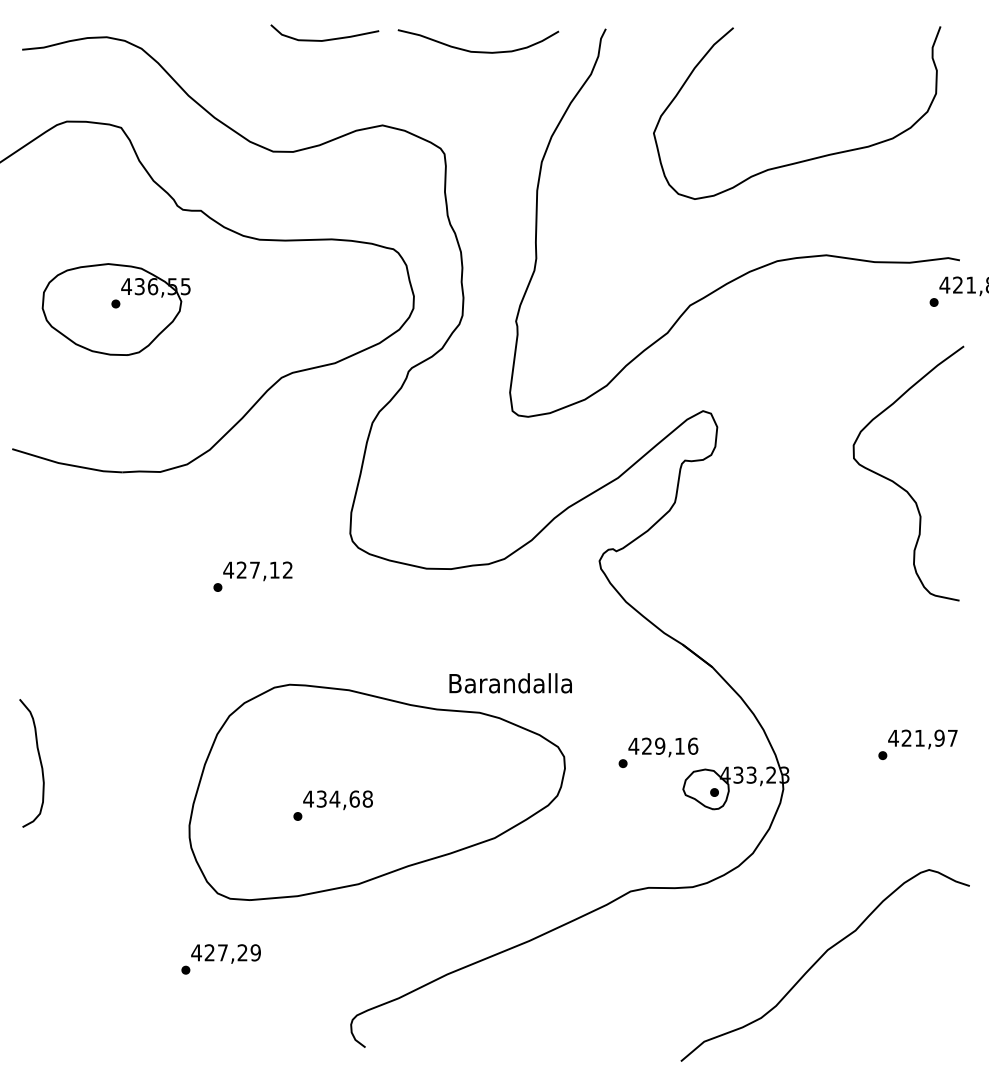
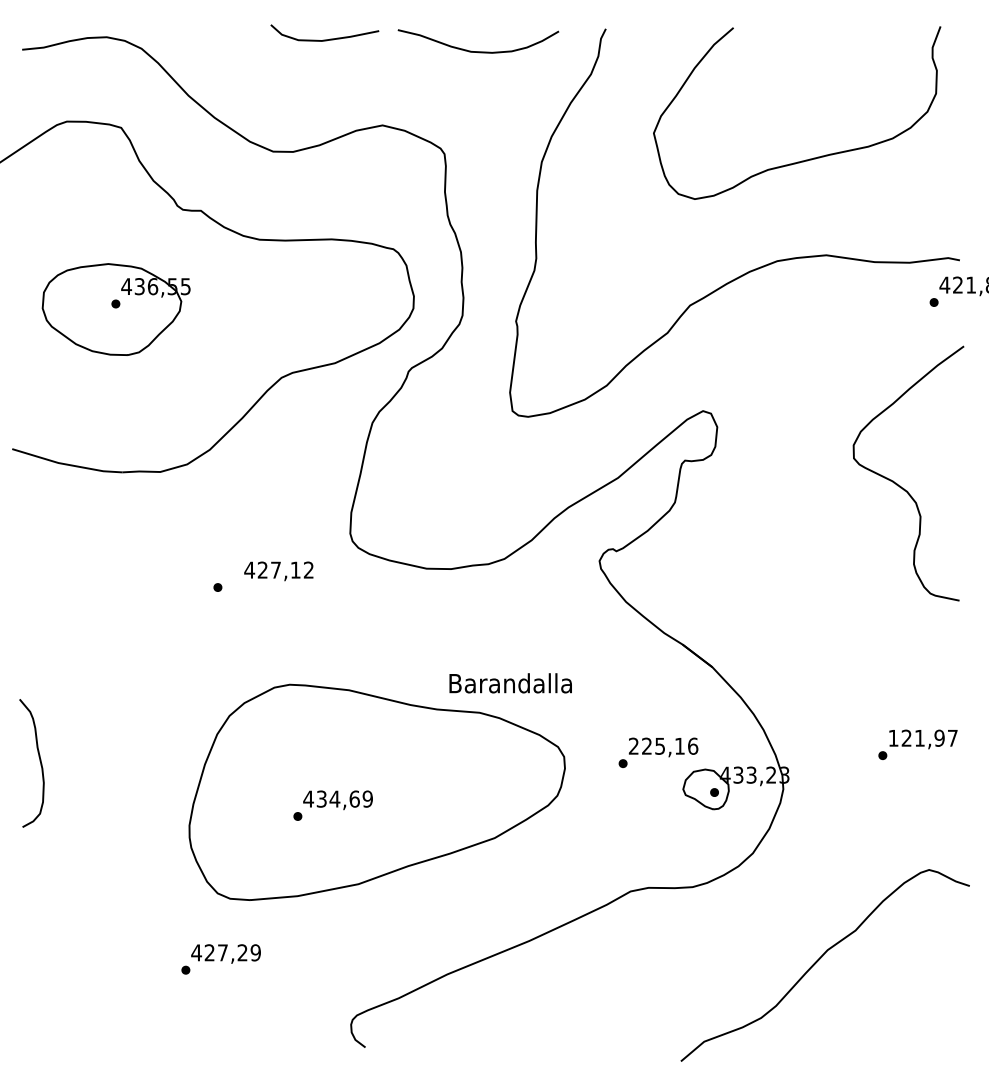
text at (257, 571) position: (257, 571) -> (278, 571)
text at (893, 738): 421,97 -> 121,97
text at (646, 745): 429,16 -> 225,16
text at (367, 798): 434,68 -> 434,69
